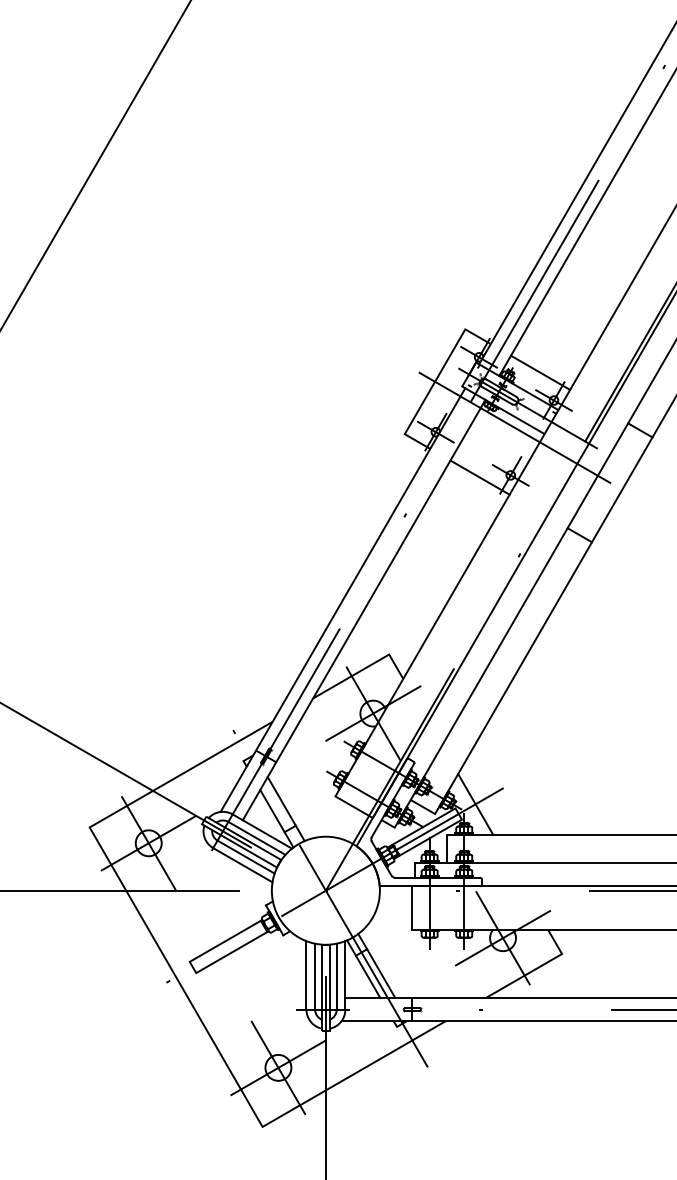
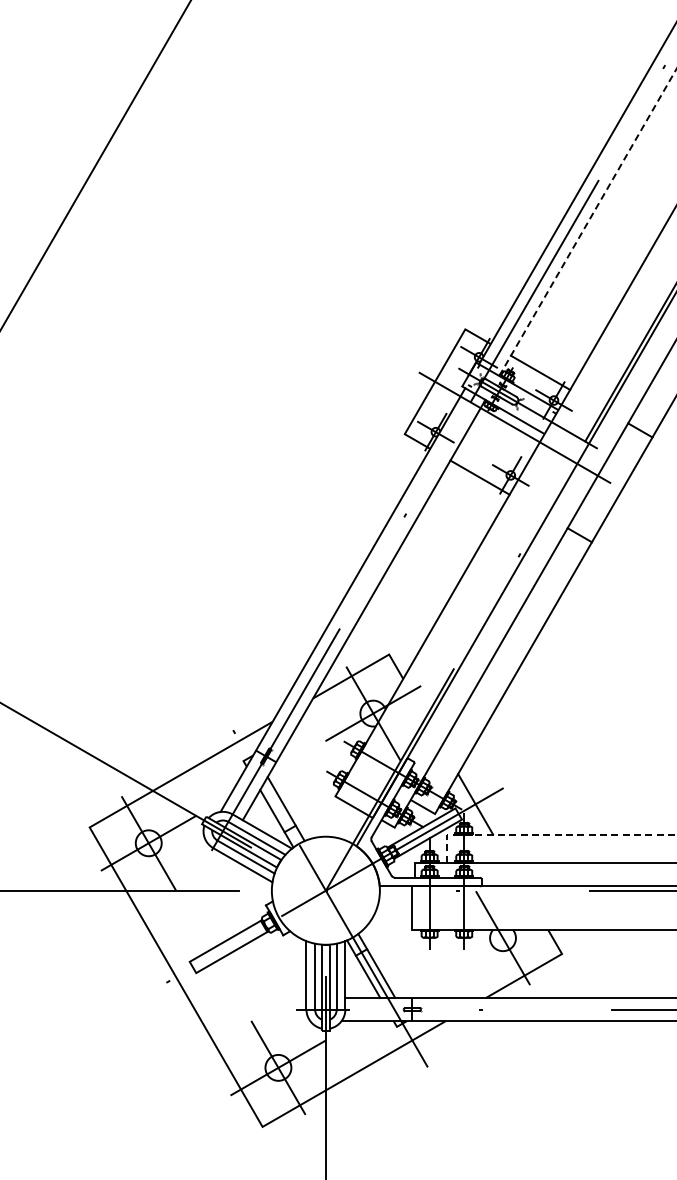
line at (588, 222): solid -> dashed
line at (546, 834): solid -> dashed
line at (502, 937): present -> none
